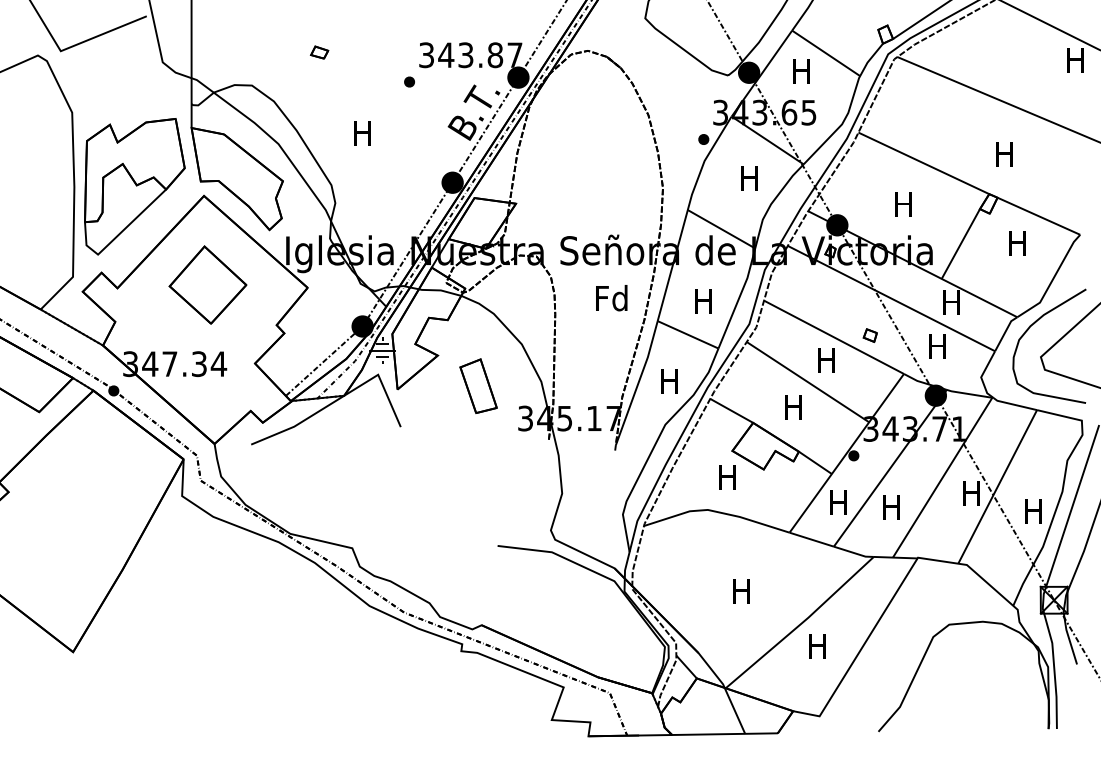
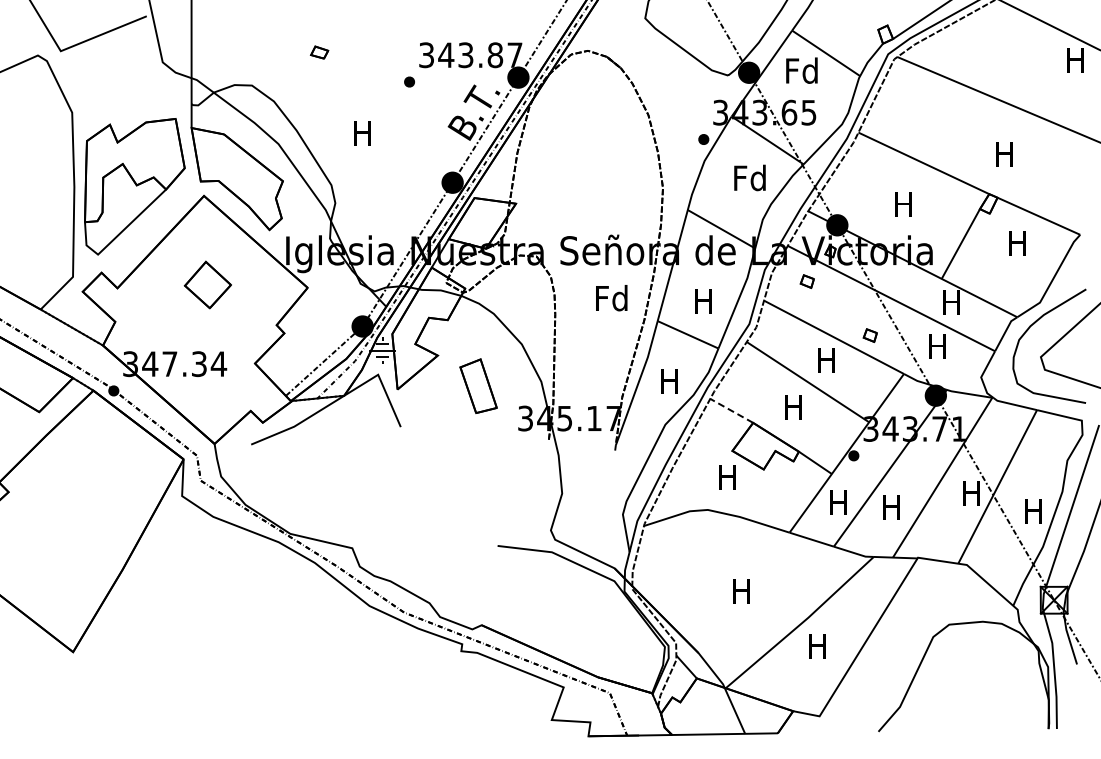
text at (801, 70): H -> Fd
text at (749, 177): H -> Fd
part at (806, 281): none -> present
part at (207, 284) size: 80x80 px -> 49x50 px
line at (731, 410): solid -> dashed
